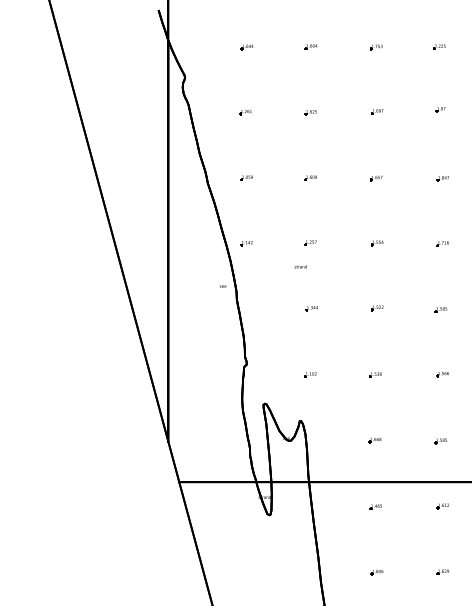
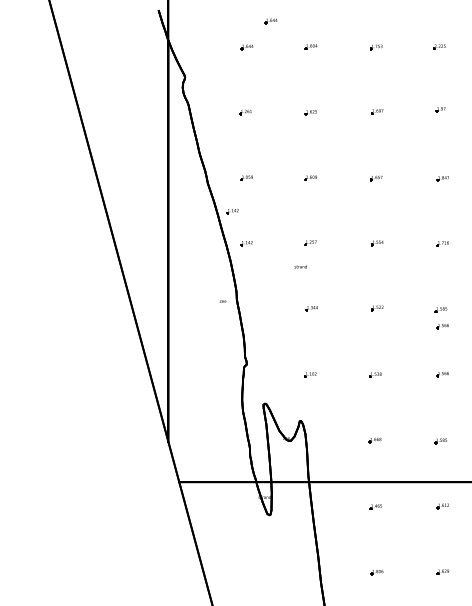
part at (270, 21): none -> present
part at (232, 211): none -> present
text at (222, 286) position: (222, 286) -> (222, 301)
part at (442, 326): none -> present
